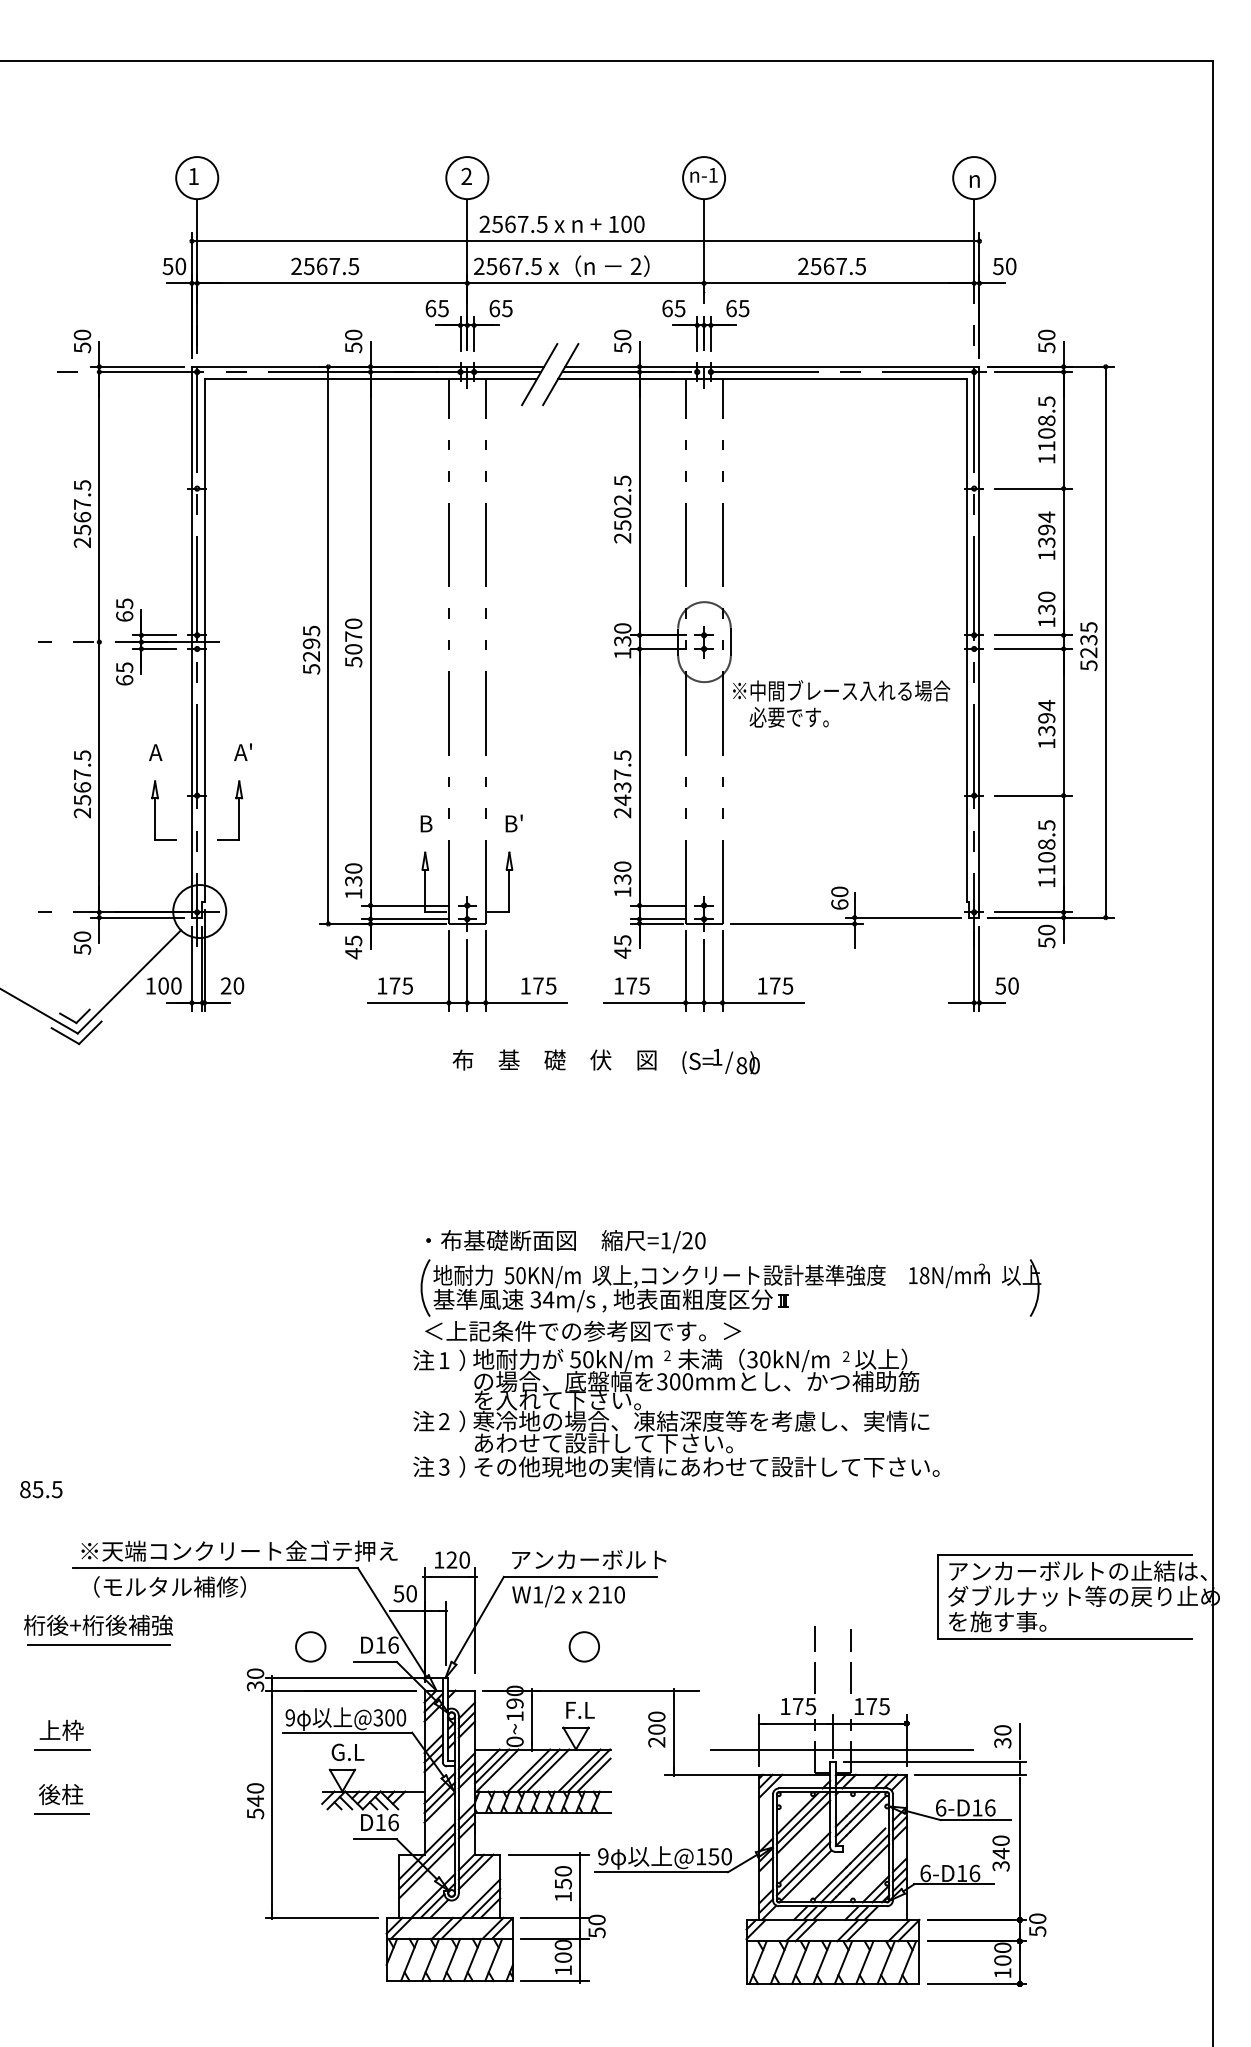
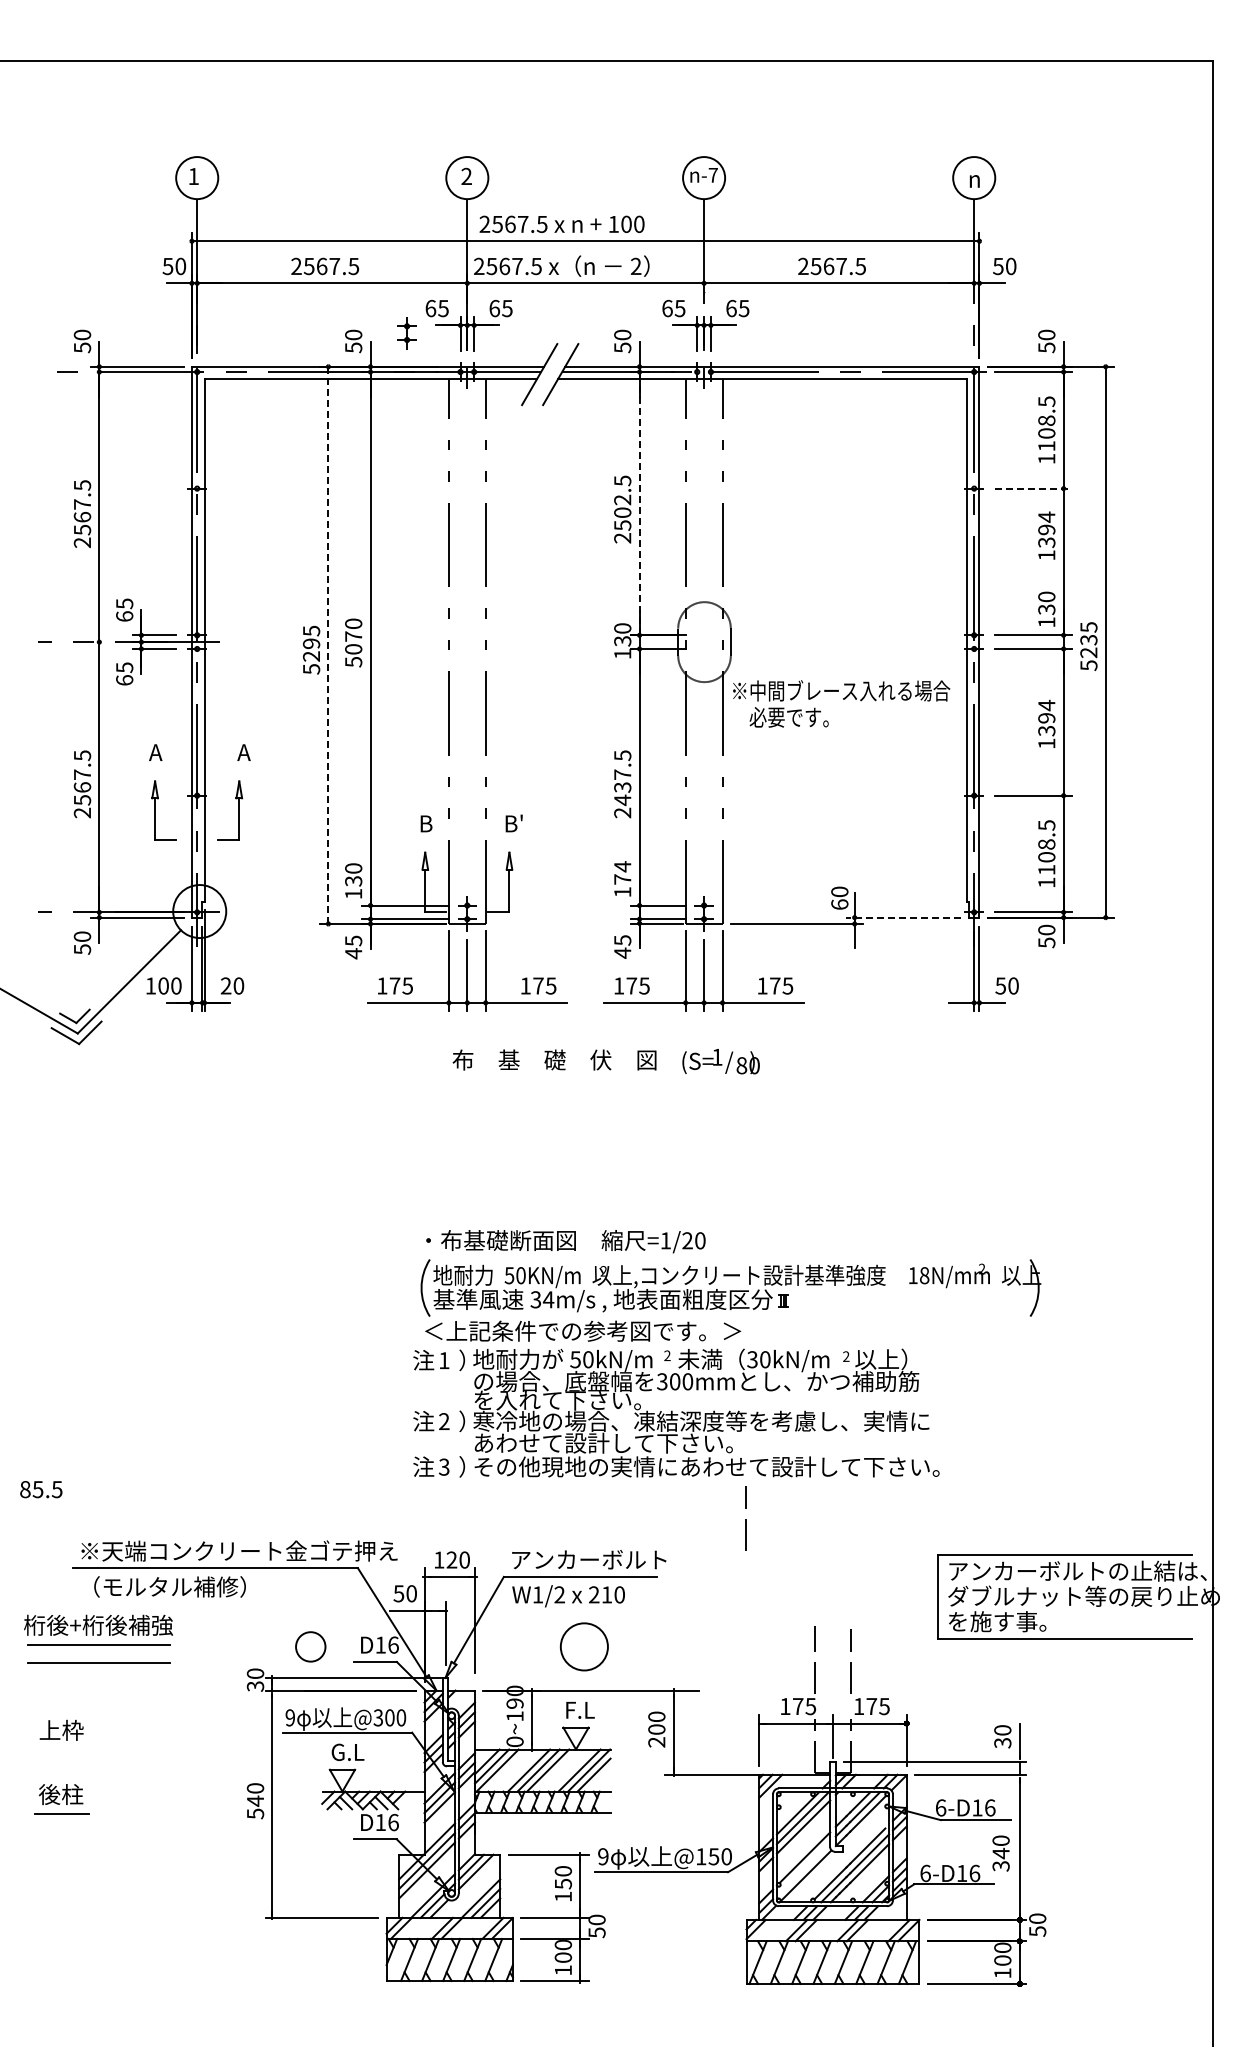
text at (712, 175): n-1 -> n-7
line at (1034, 488): solid -> dashed
line at (639, 503): solid -> dashed
part at (703, 642) position: (703, 642) -> (406, 333)
line at (328, 645): solid -> dashed
text at (242, 751): A' -> A
text at (622, 872): 130 -> 174
line at (902, 917): solid -> dashed
line at (745, 1519): none -> present
circle at (584, 1646) diameter: 29 px -> 47 px
line at (98, 1662): none -> present
line at (62, 1749): present -> none
line at (841, 1749): present -> none
line at (803, 1868): present -> none
